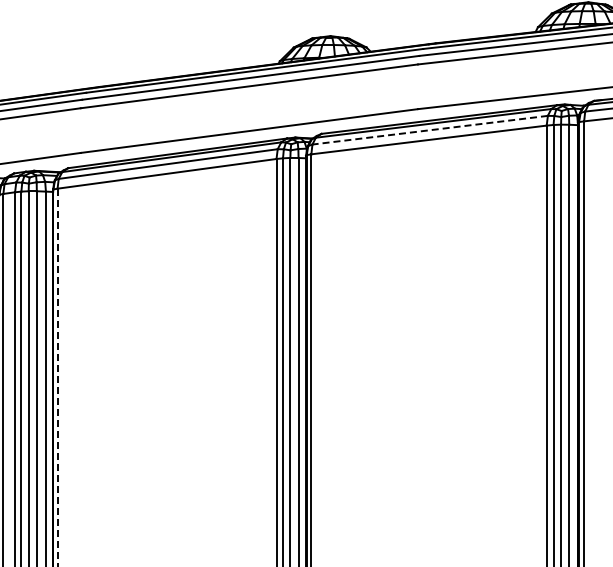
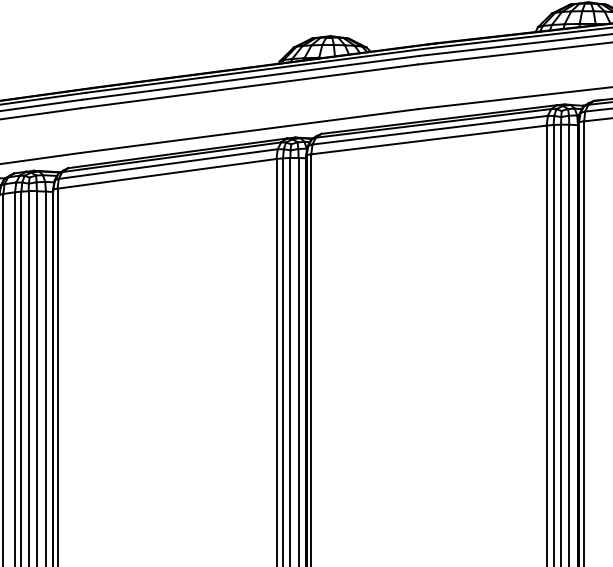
line at (430, 130): dashed -> solid
line at (57, 377): dashed -> solid
